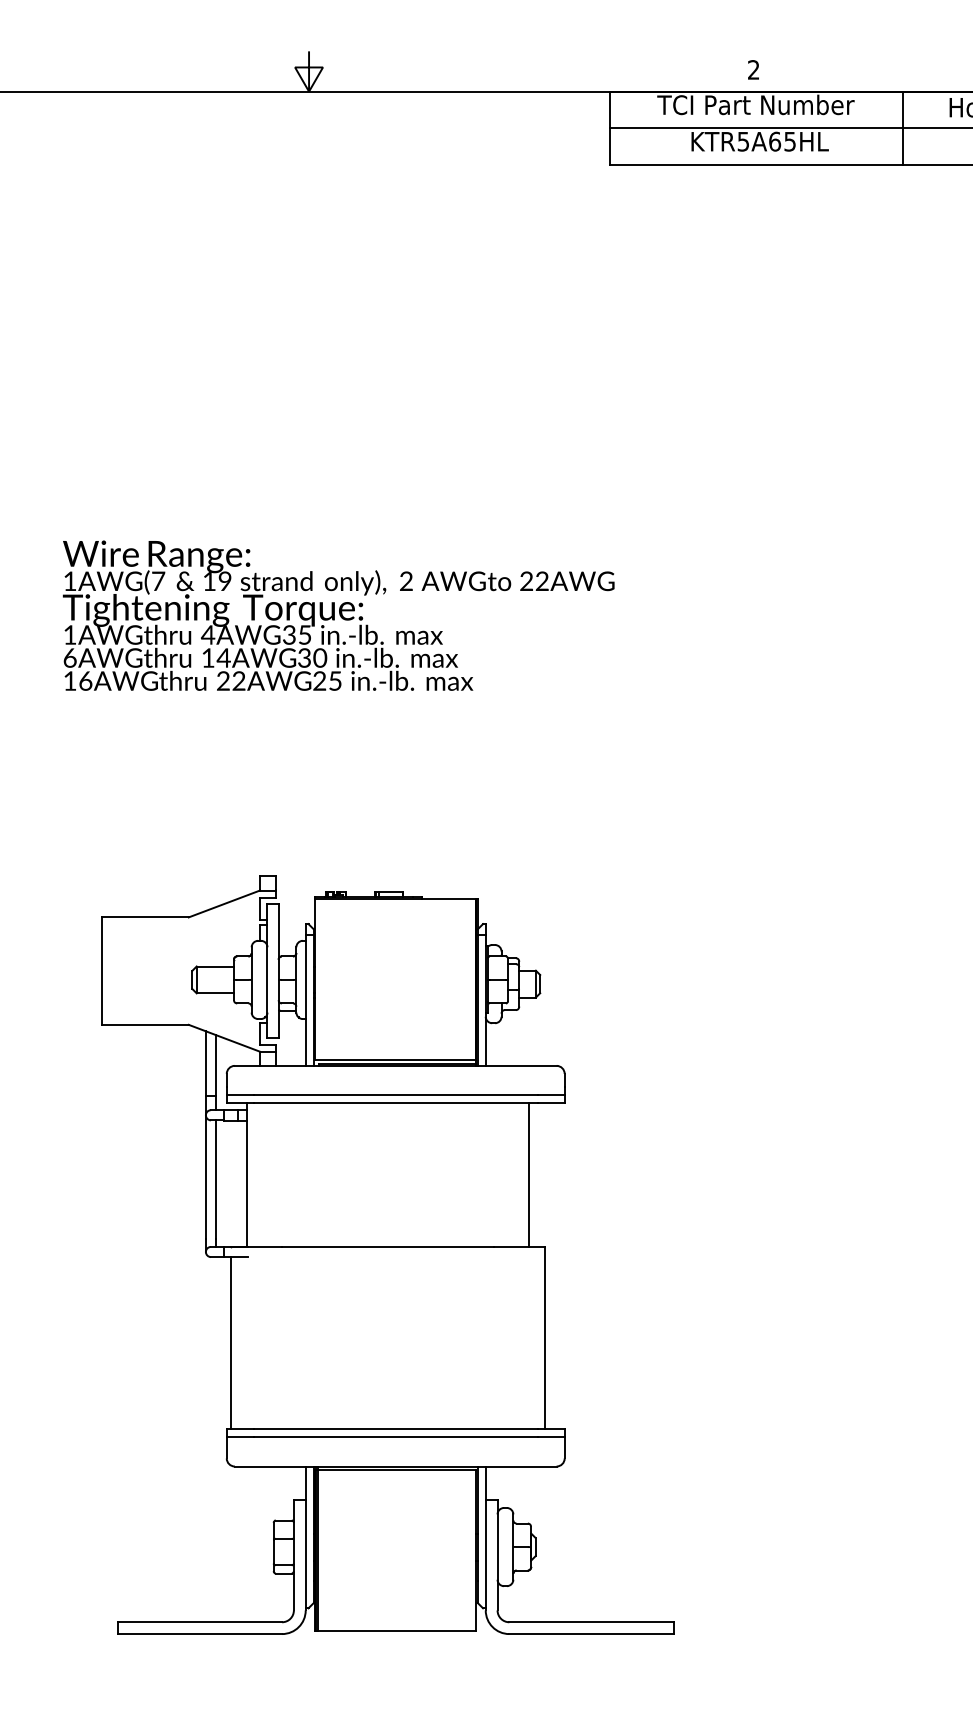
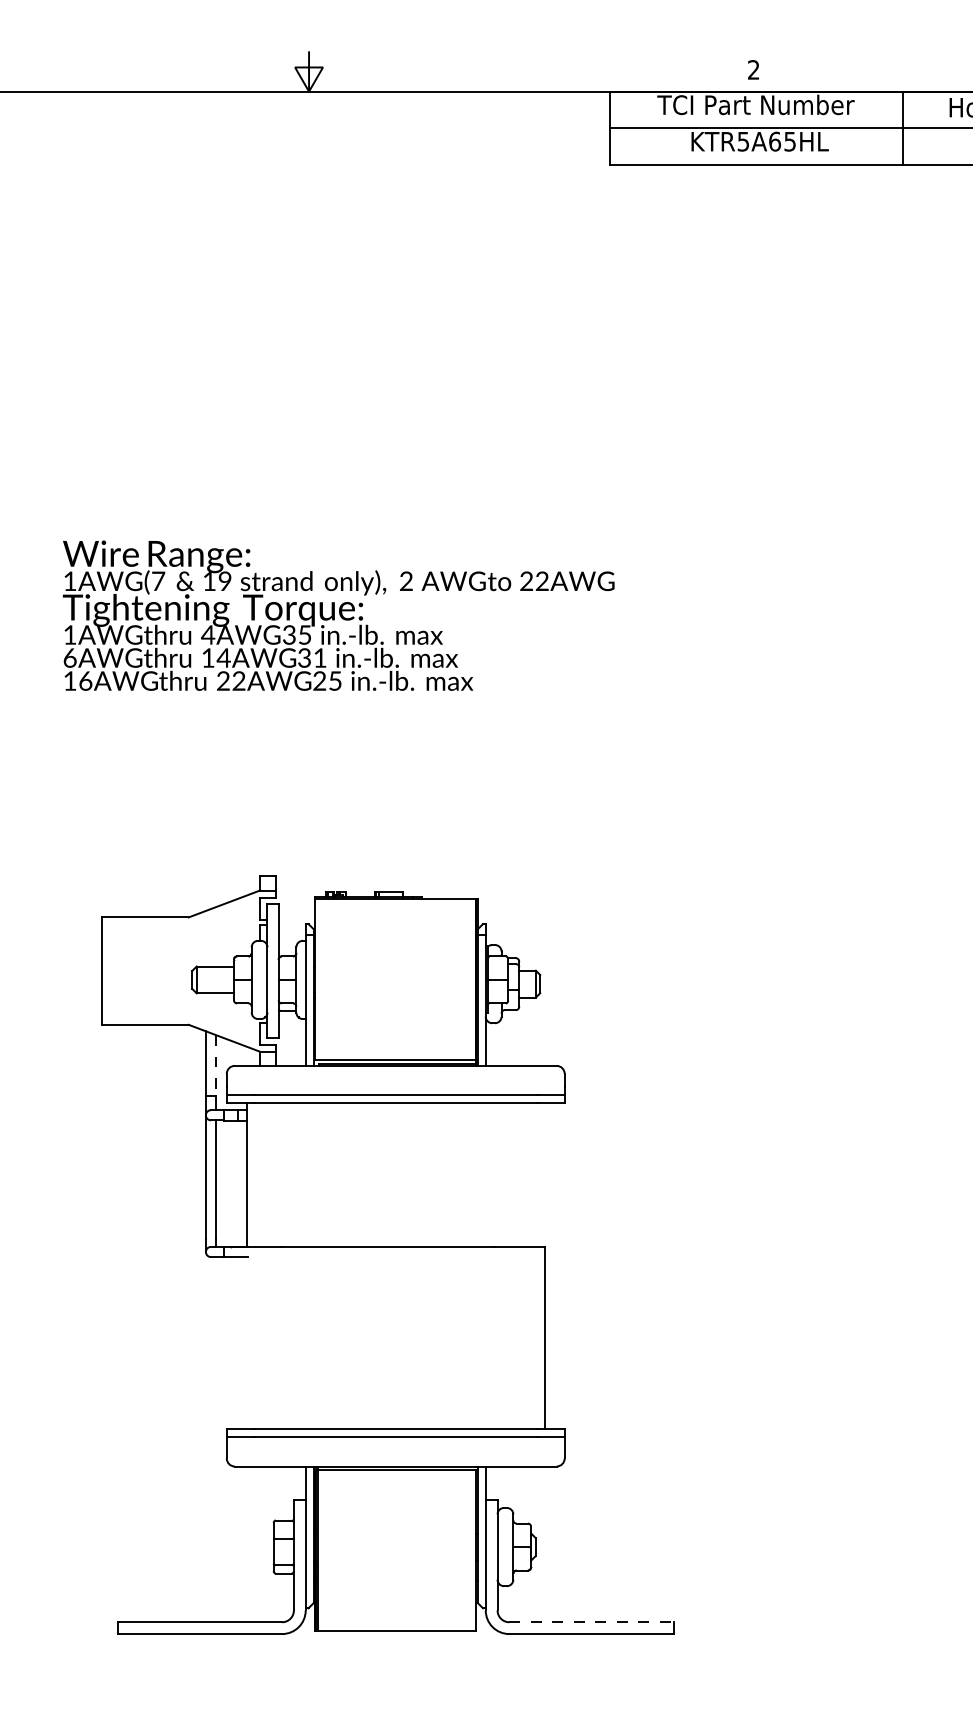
text at (320, 657): 30 -> 31
line at (216, 1065): solid -> dashed
line at (529, 1174): present -> none
line at (230, 1342): present -> none
line at (592, 1622): solid -> dashed
